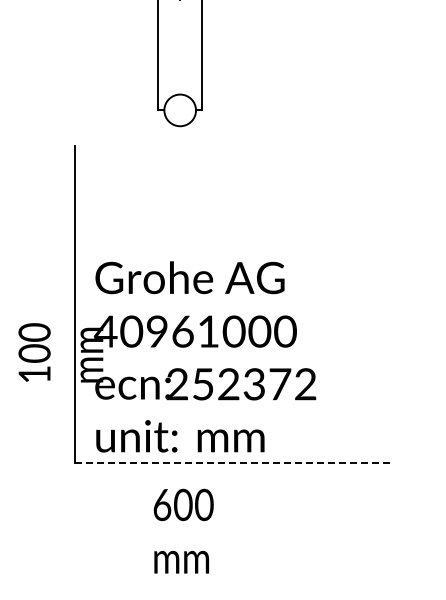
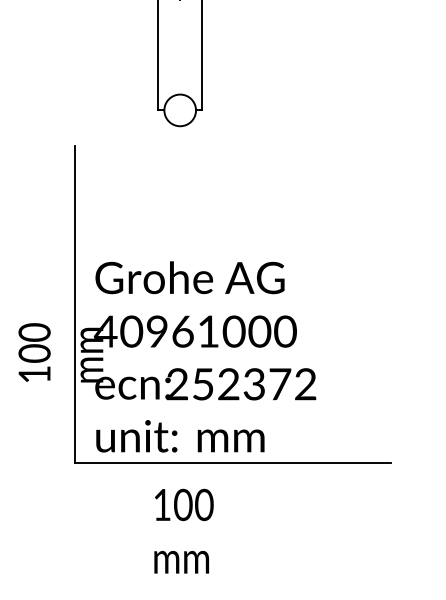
line at (233, 463): dashed -> solid
text at (162, 505): 600 -> 100
